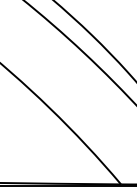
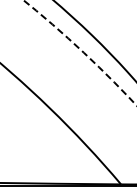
arc at (82, 51): solid -> dashed
